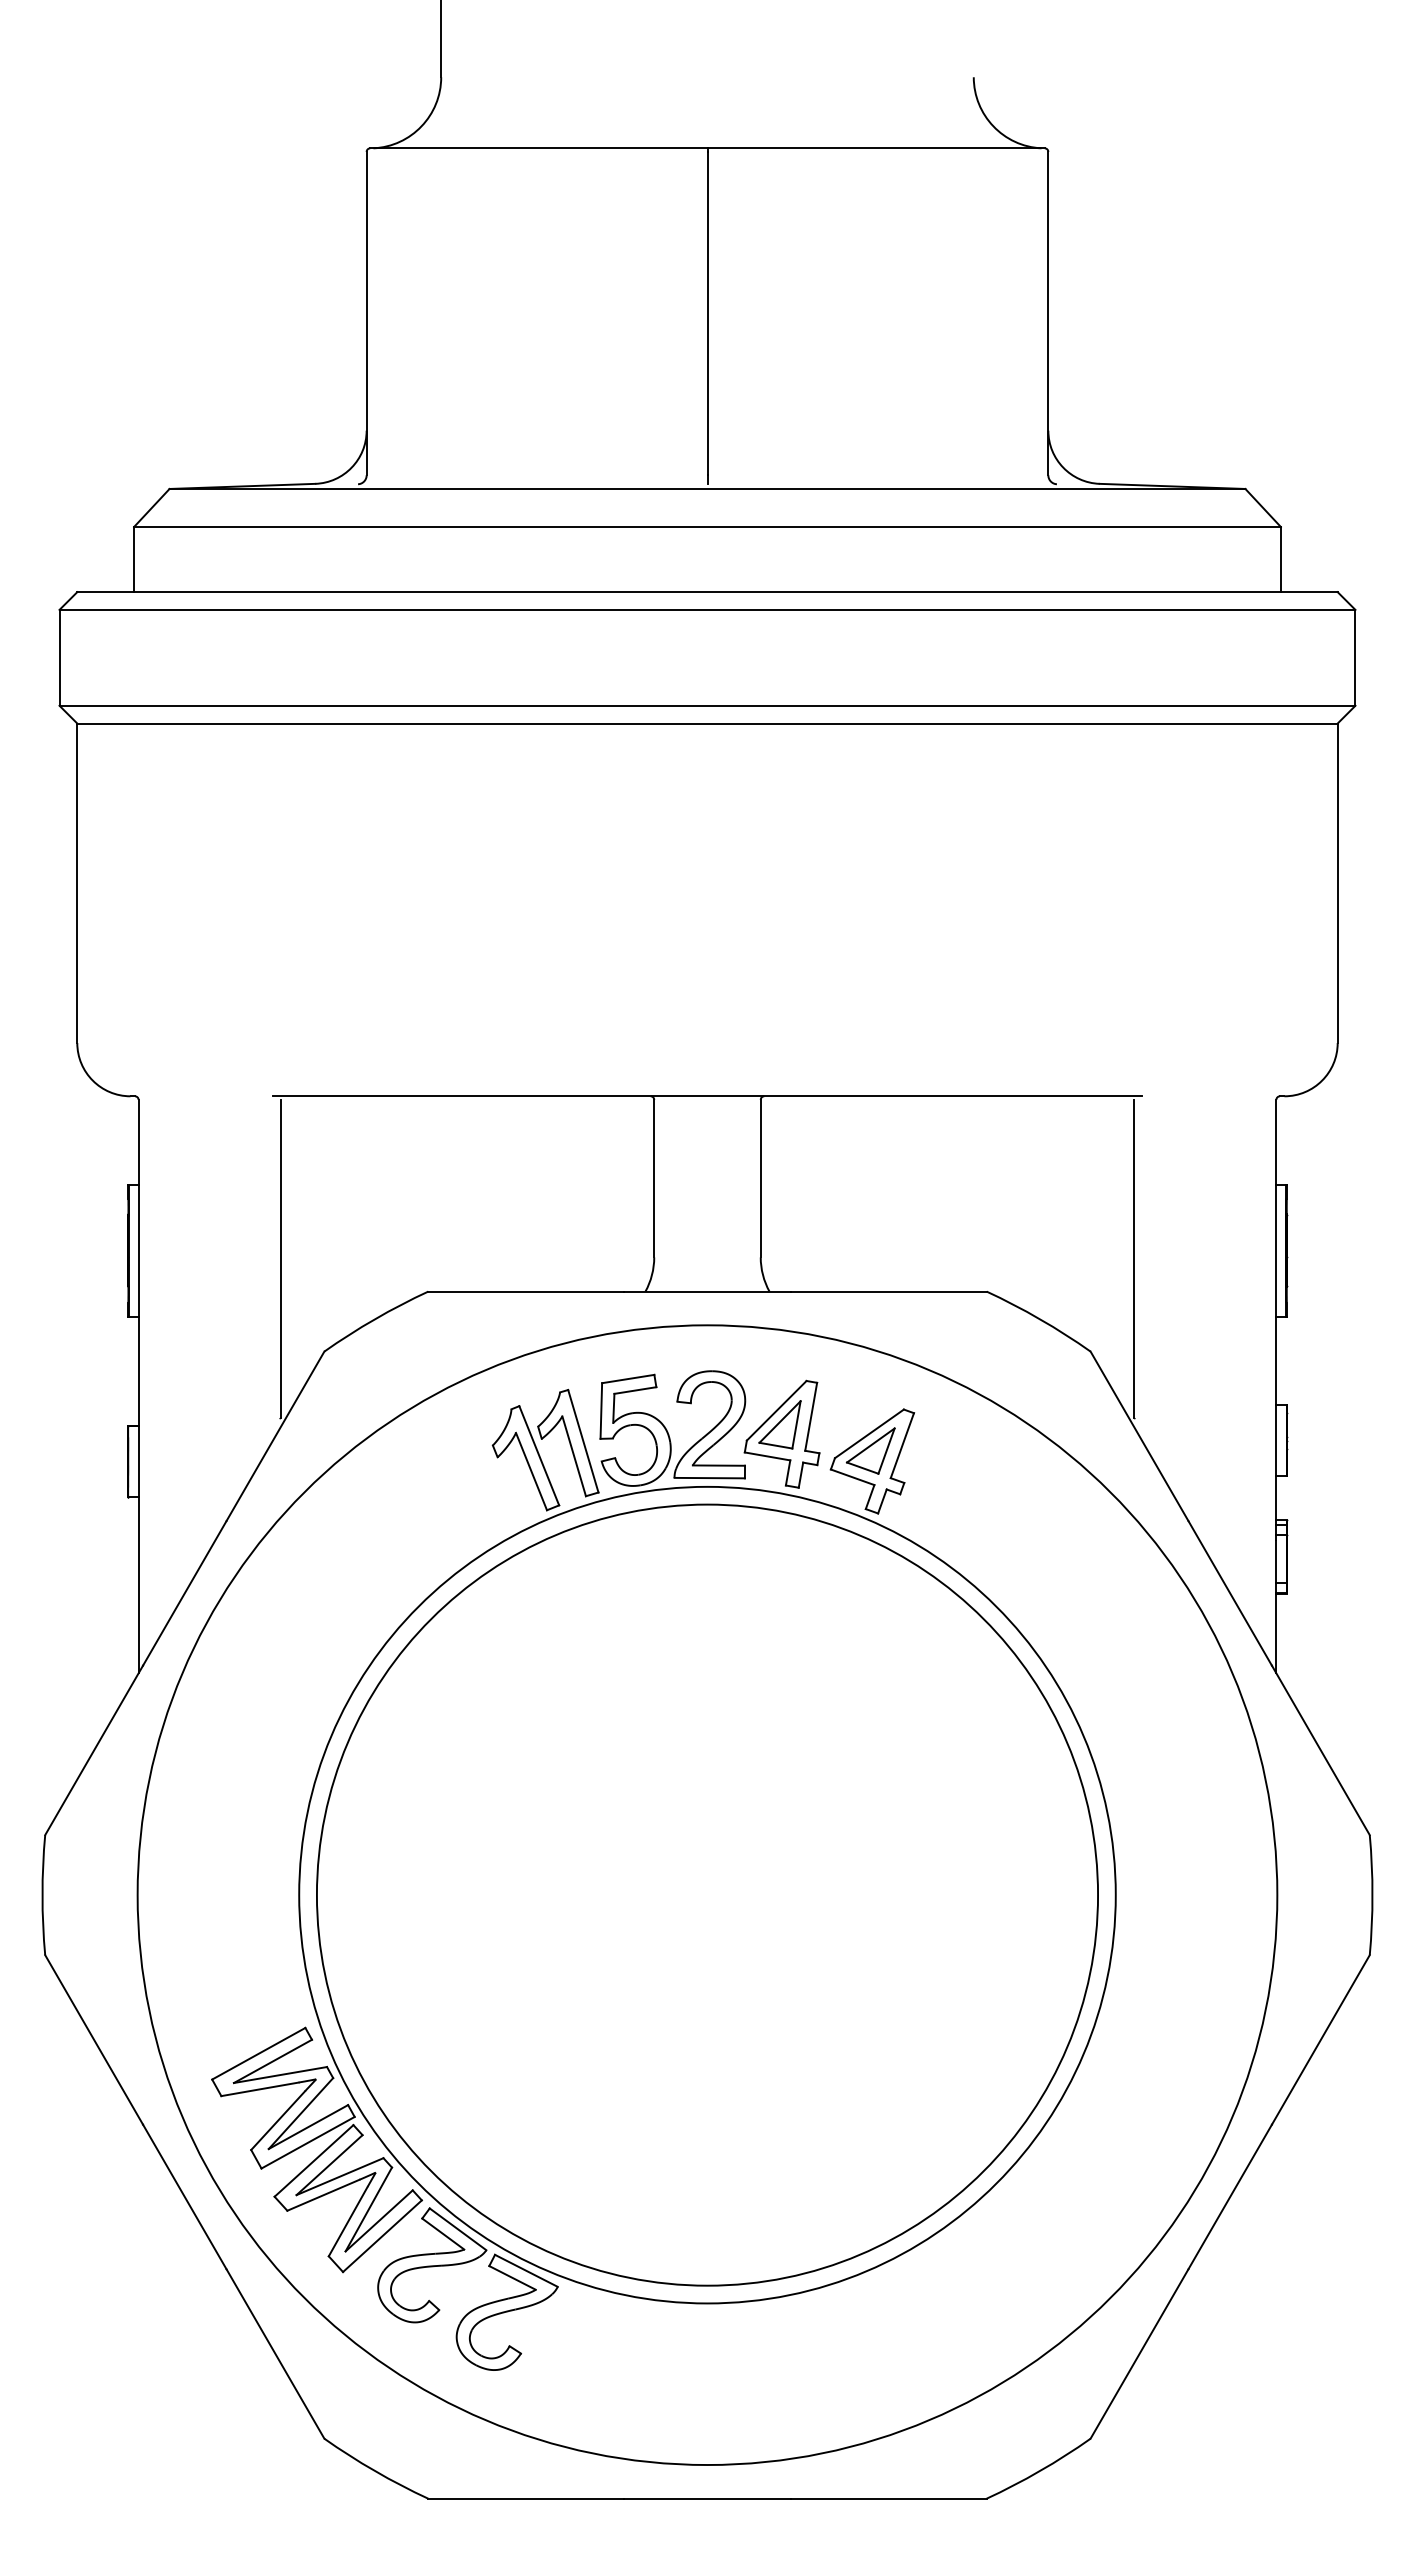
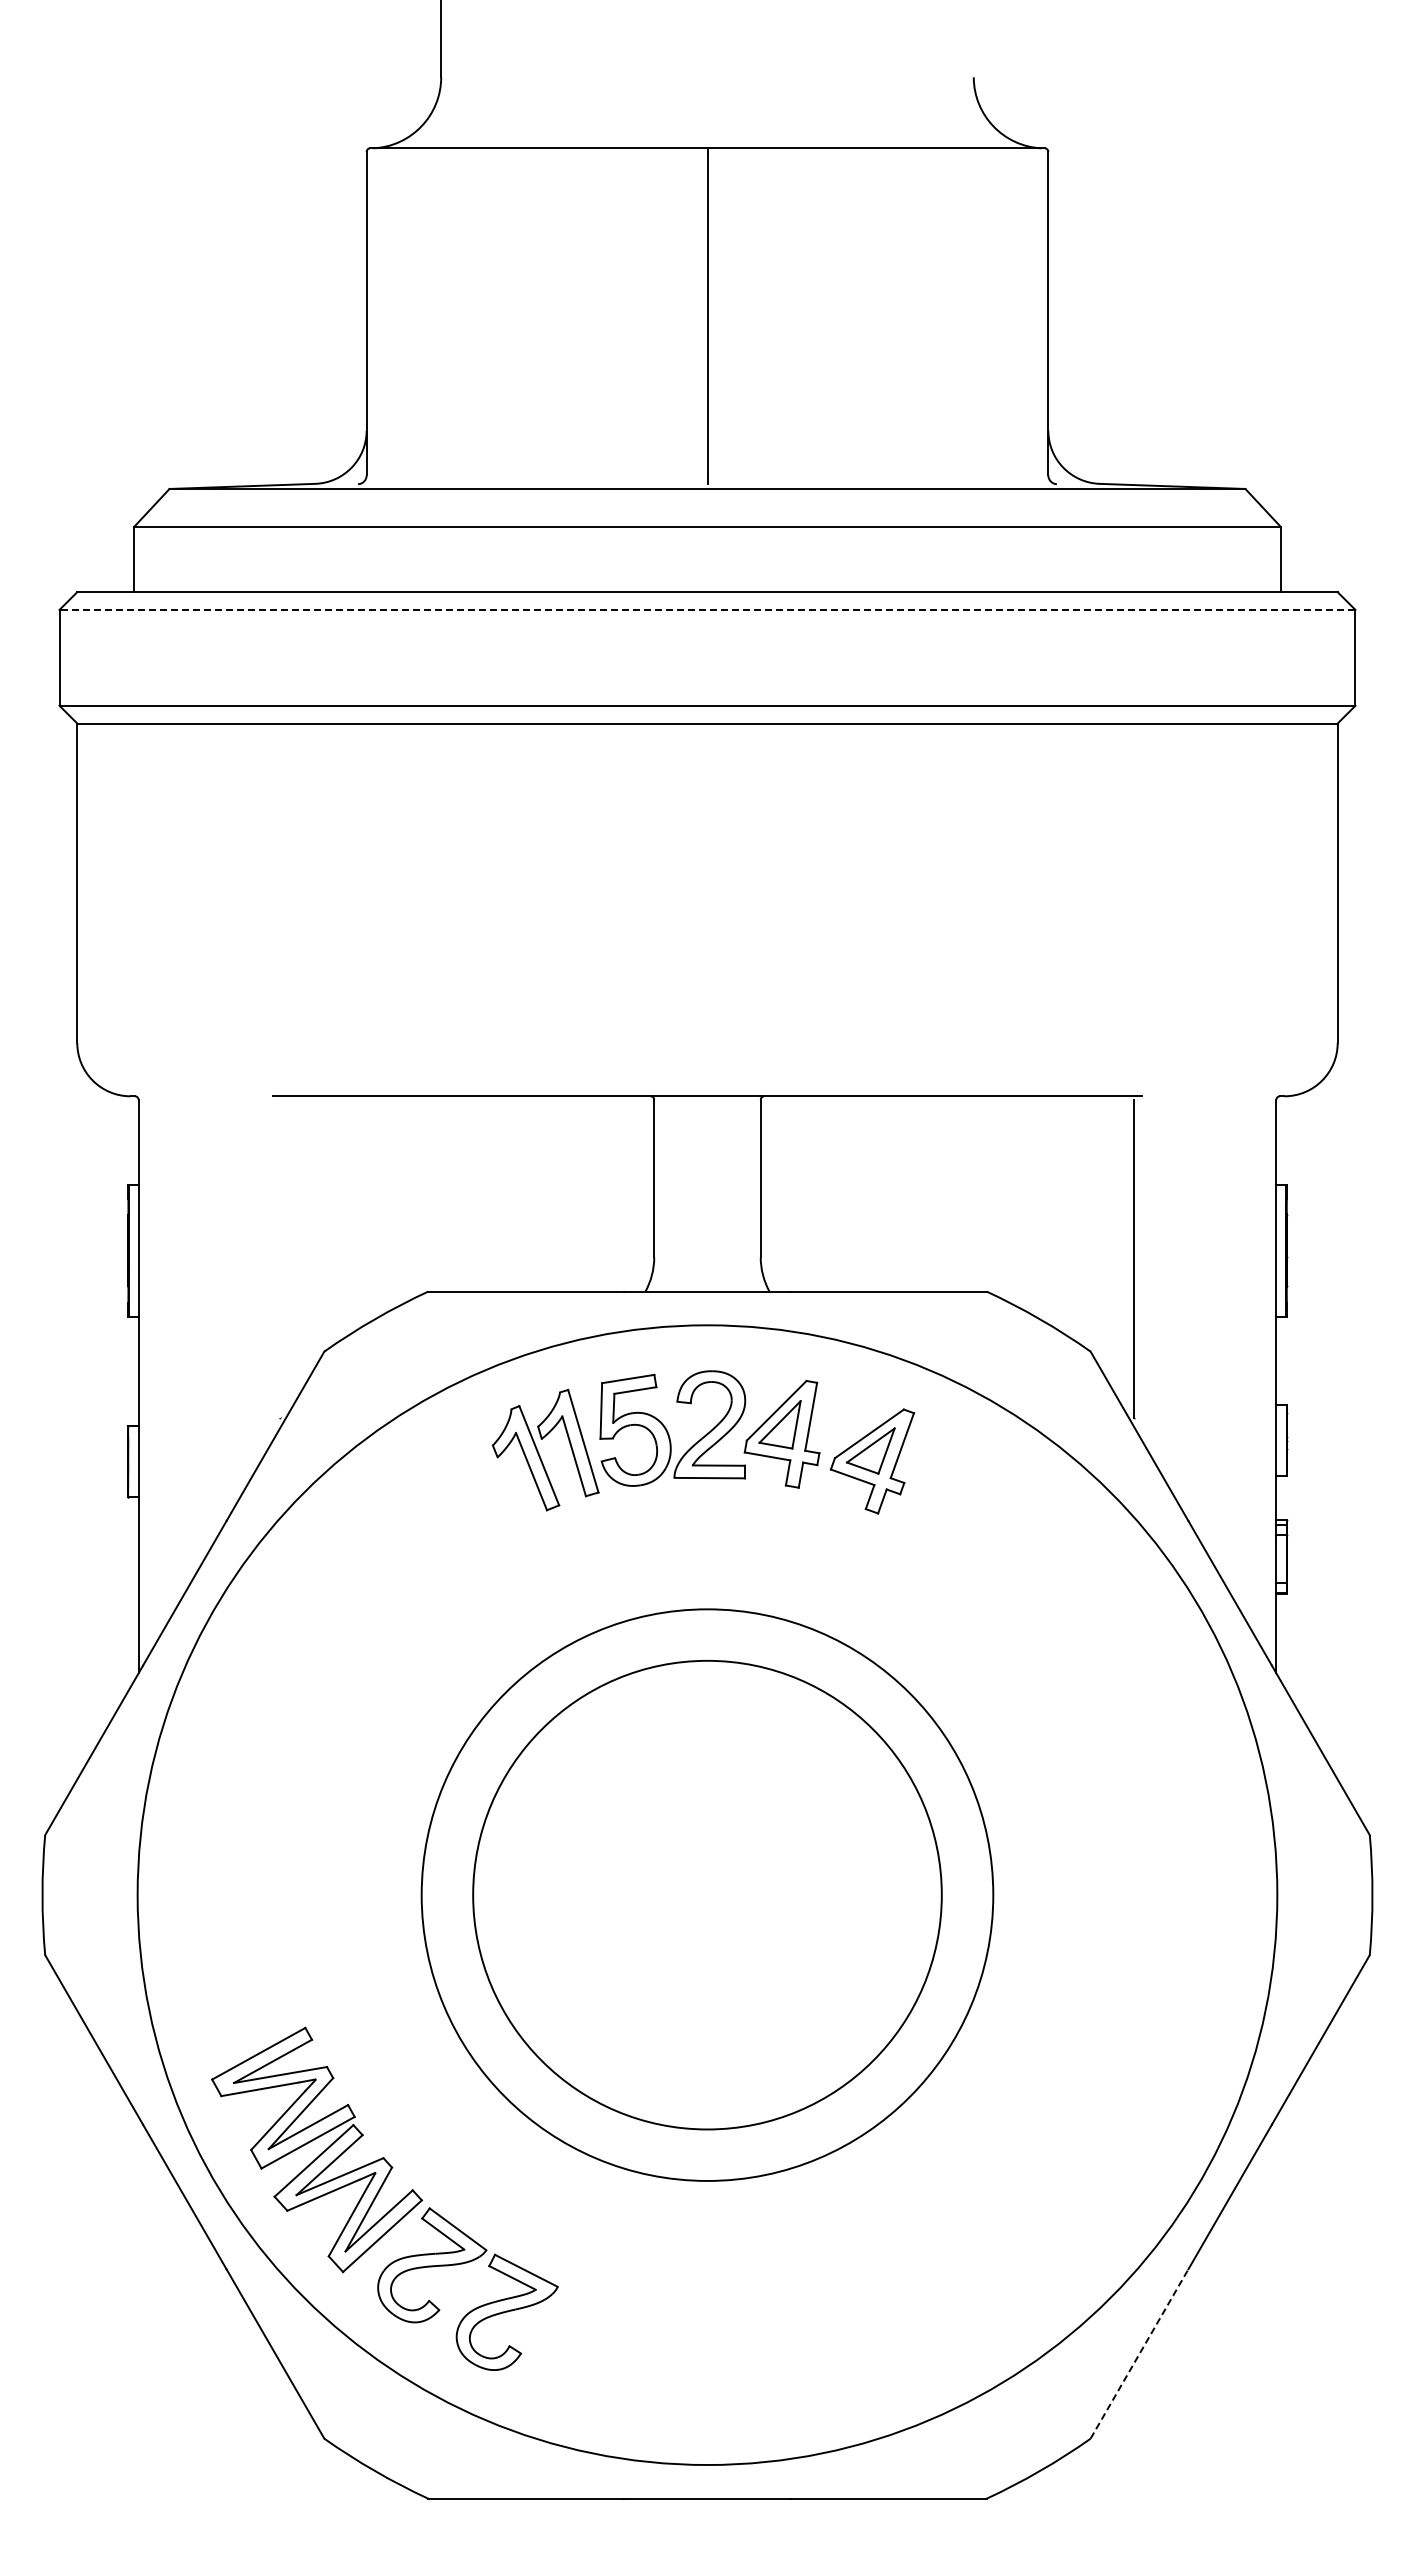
line at (707, 609): solid -> dashed
line at (280, 1258): present -> none
circle at (707, 1894) diameter: 781 px -> 469 px
circle at (707, 1894) diameter: 817 px -> 572 px
line at (1139, 2353): solid -> dashed
